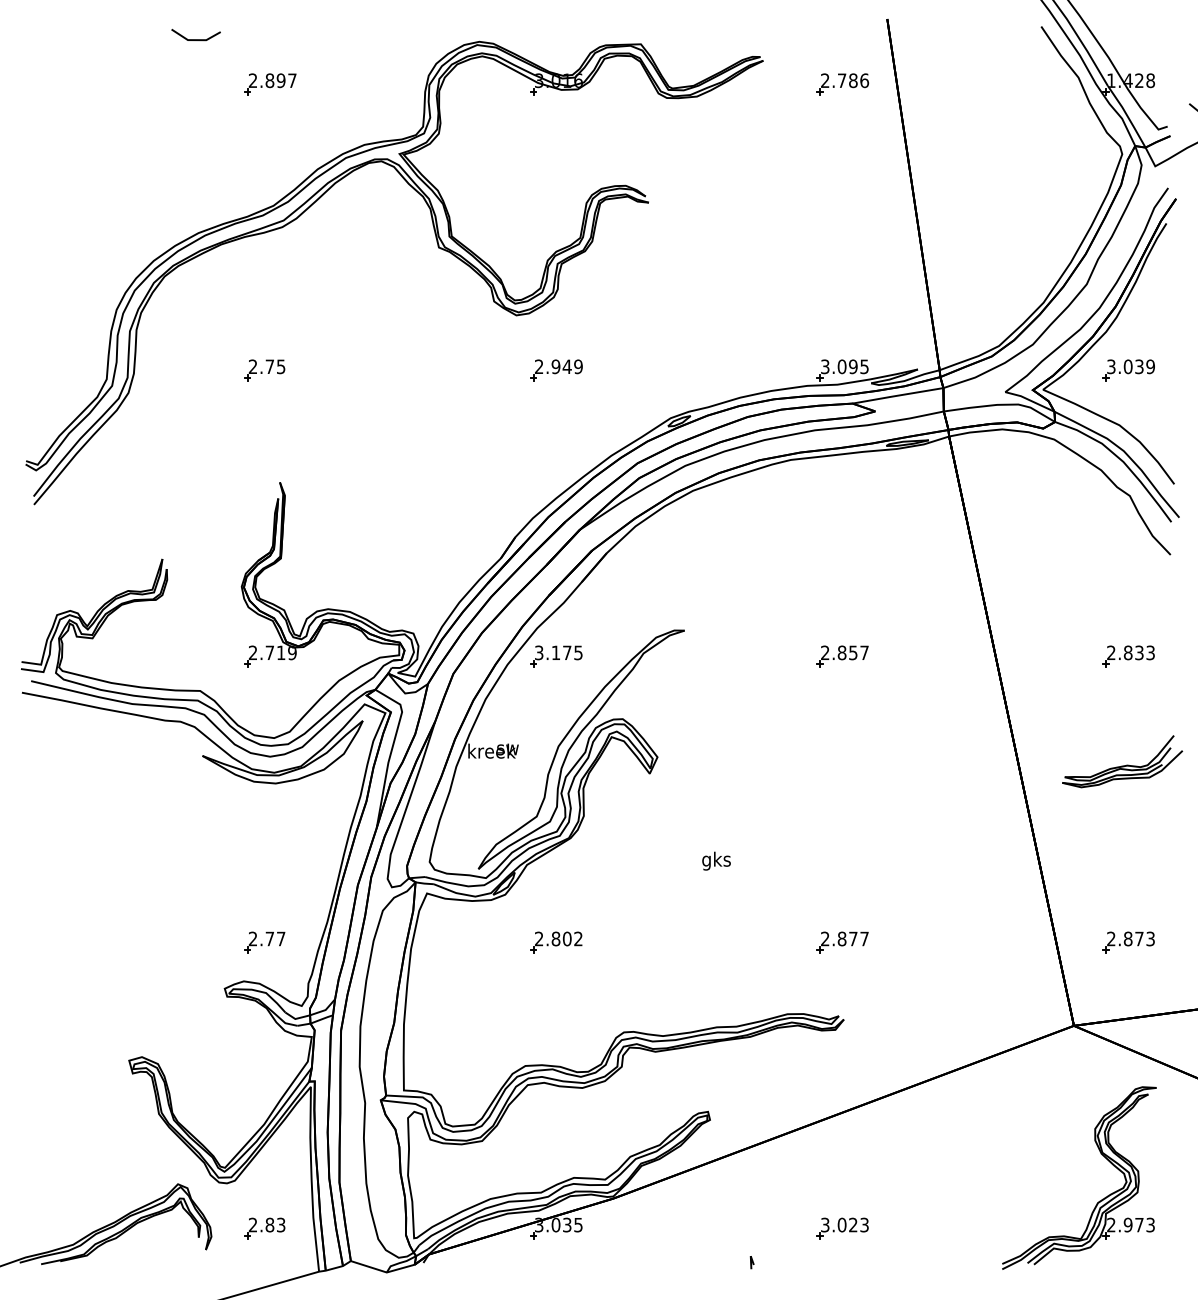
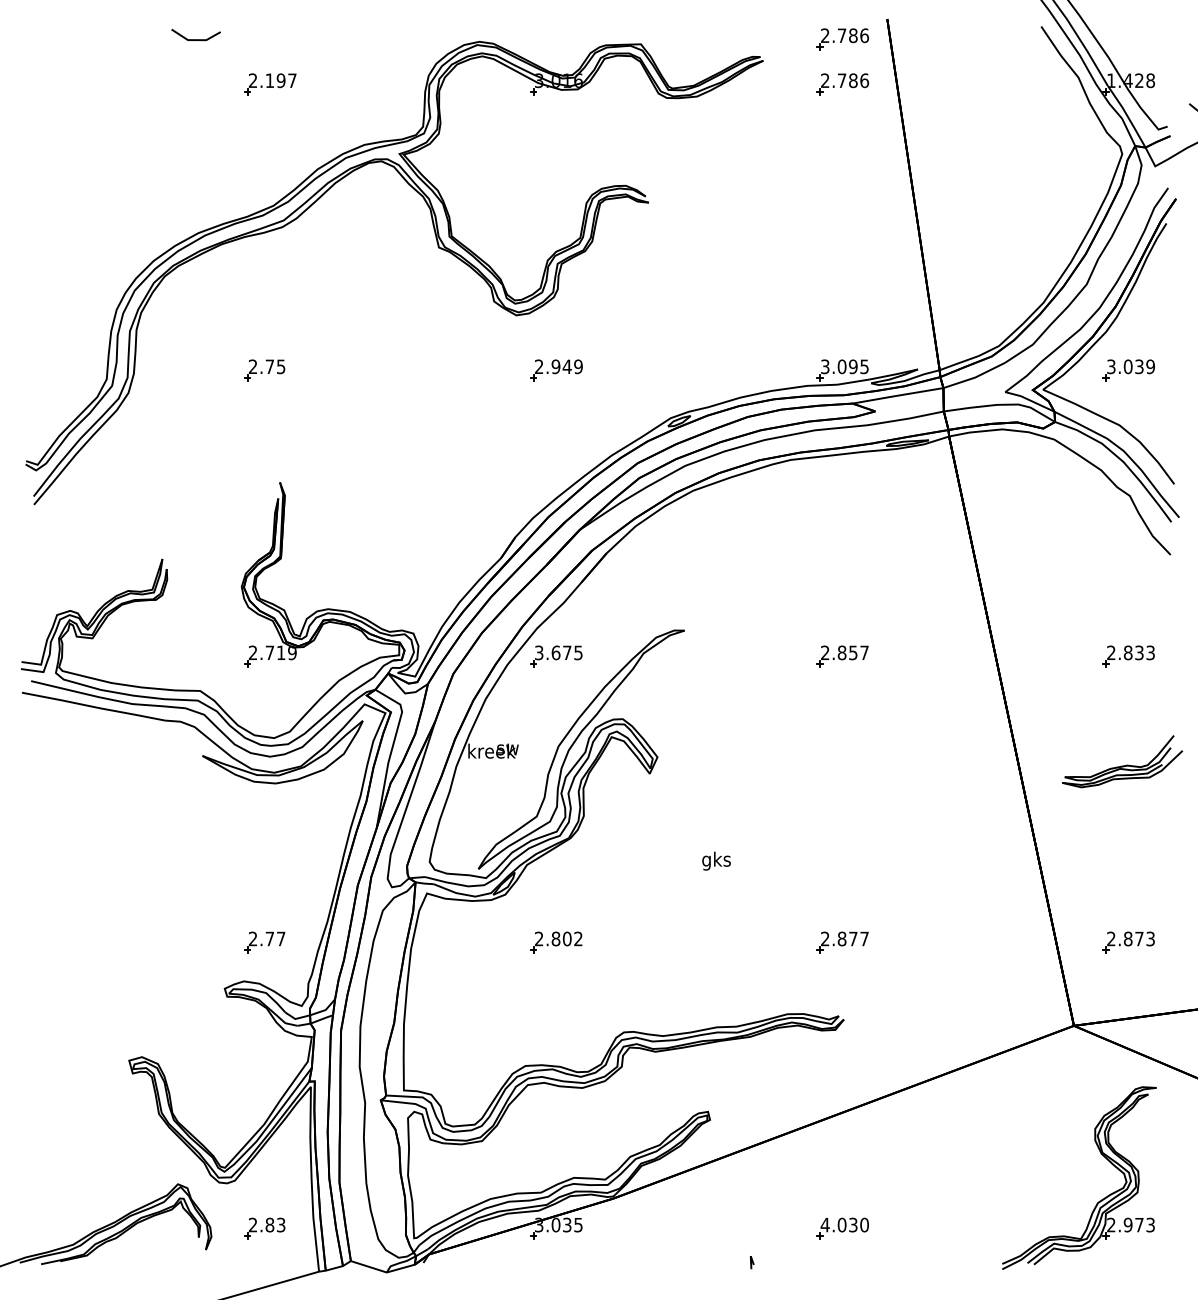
part at (842, 39): none -> present
text at (269, 80): 2.897 -> 2.197
text at (555, 652): 3.175 -> 3.675
text at (844, 1224): 3.023 -> 4.030
